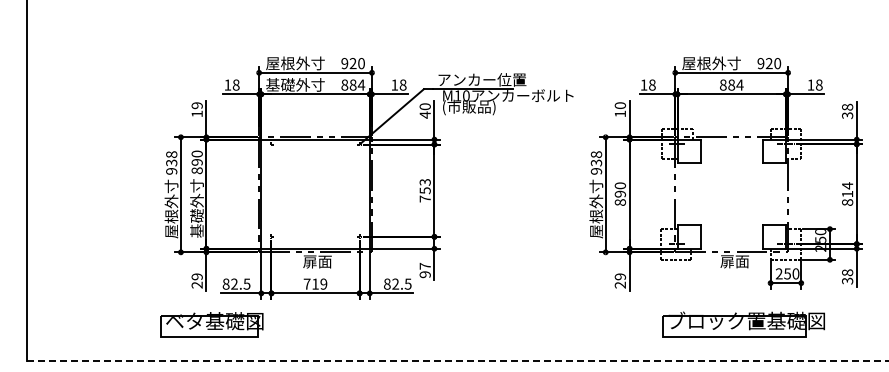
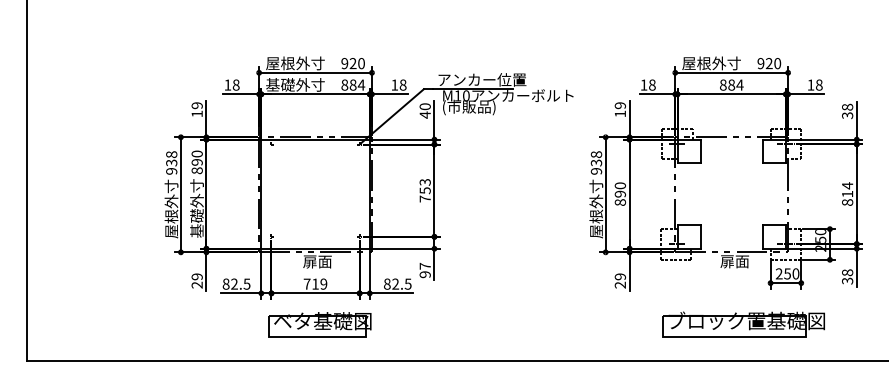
text at (620, 105): 10 -> 19
part at (211, 324) position: (211, 324) -> (319, 324)
line at (457, 360): dashed -> solid
